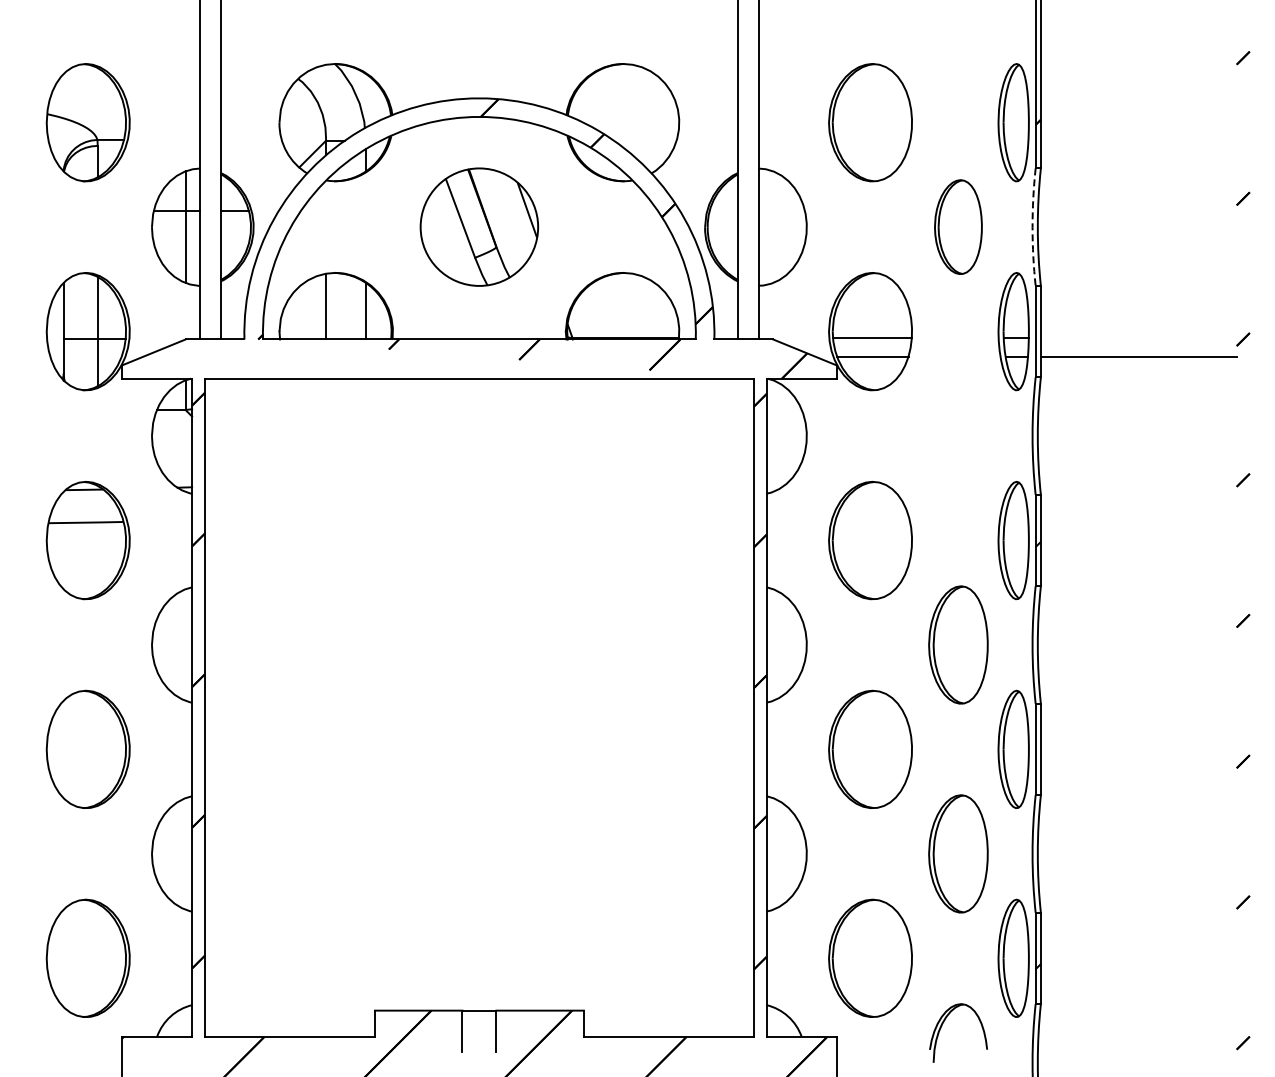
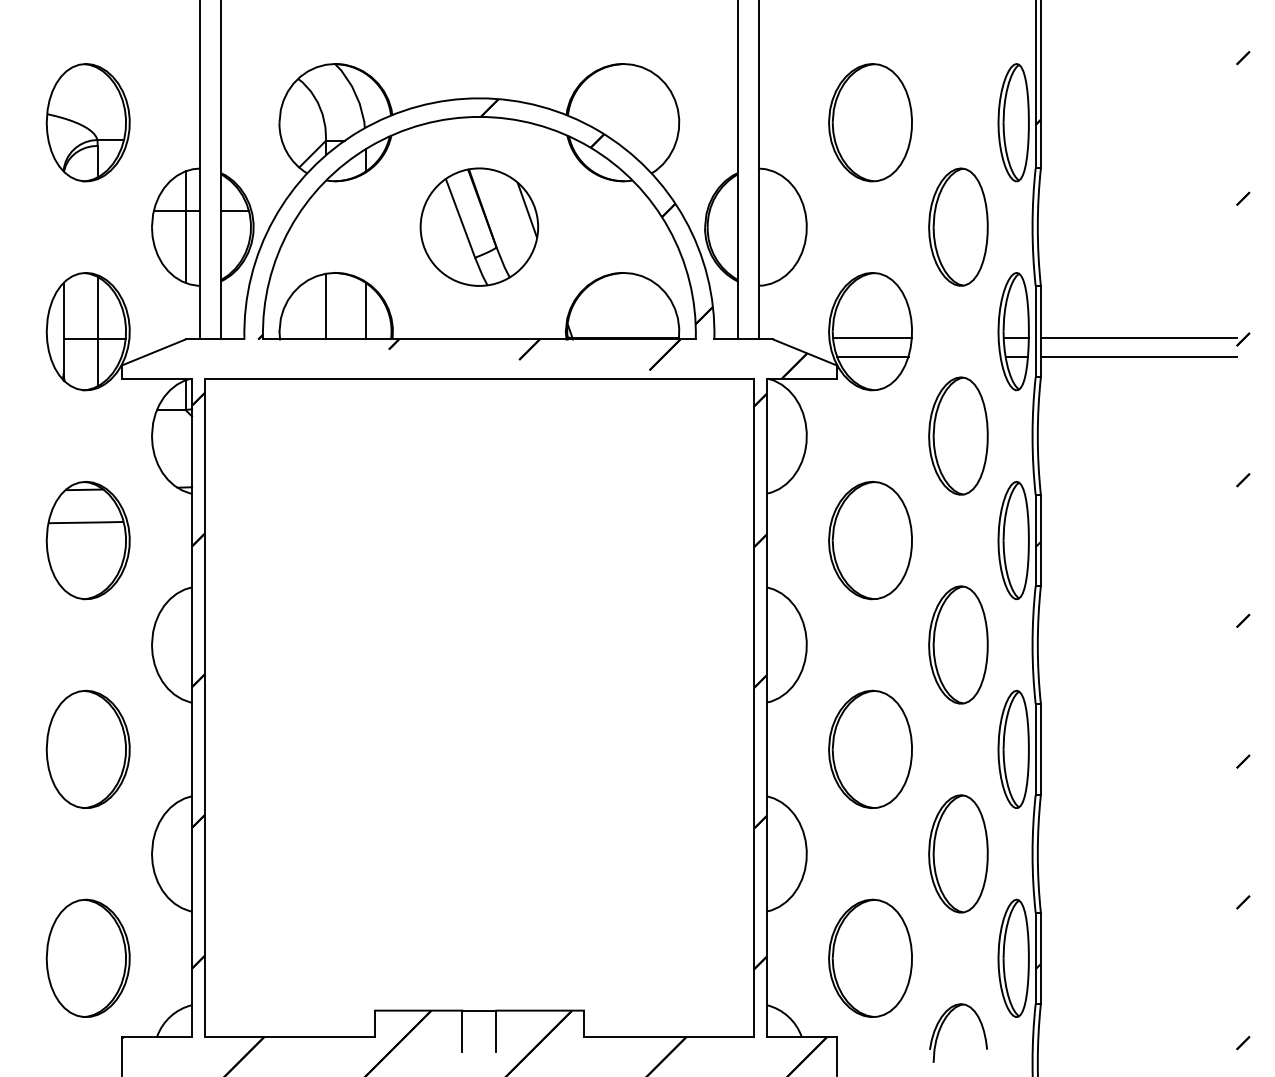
part at (958, 226) size: 49x96 px -> 61x120 px
arc at (1032, 227): dashed -> solid
line at (1138, 338): none -> present
part at (958, 435): none -> present
